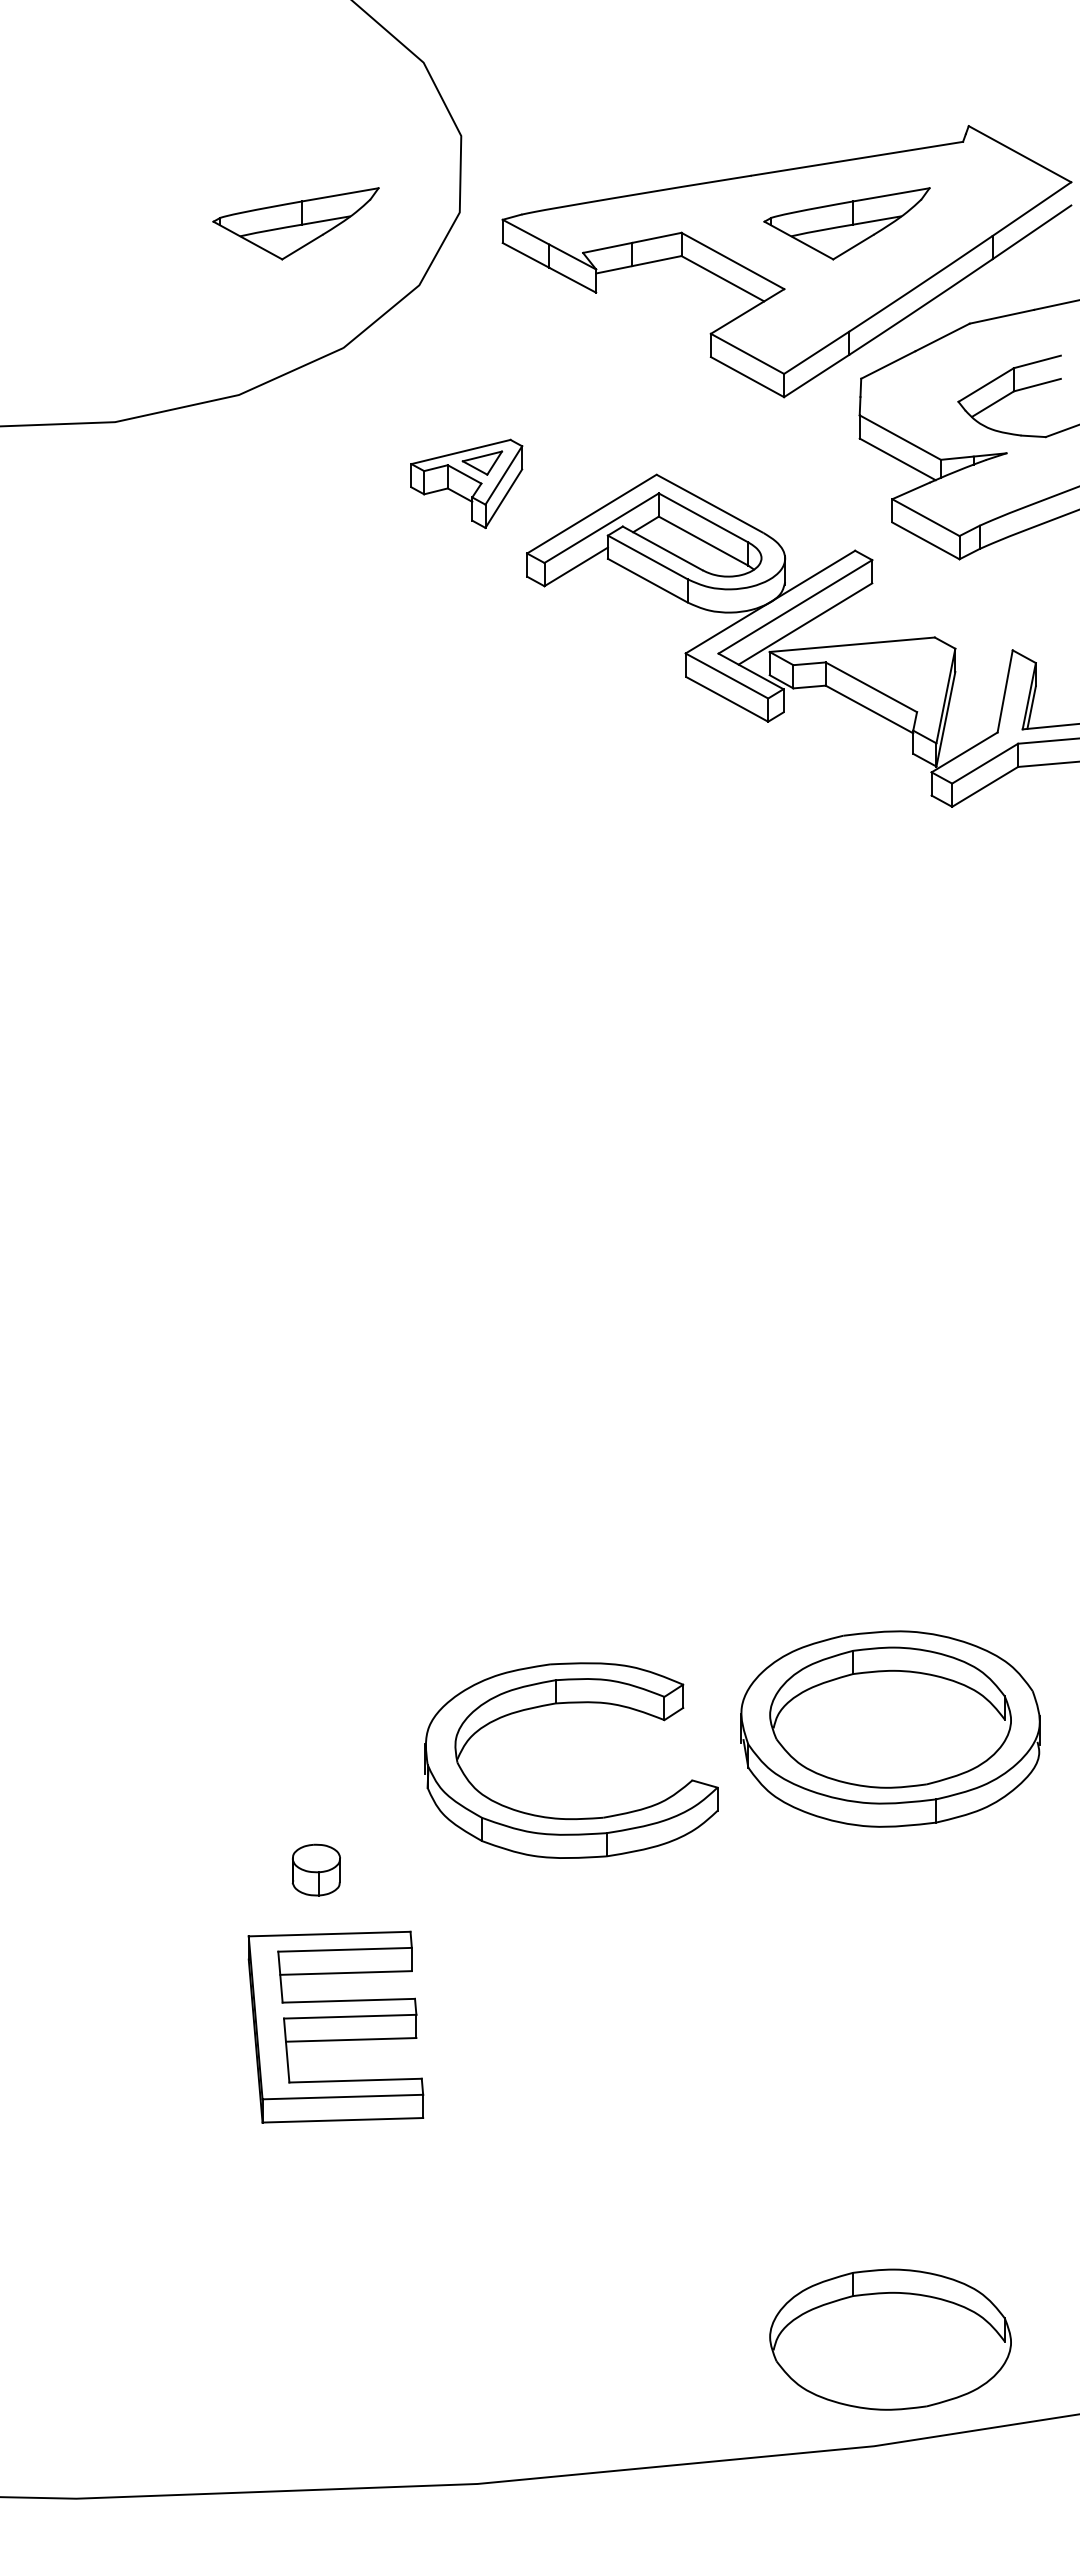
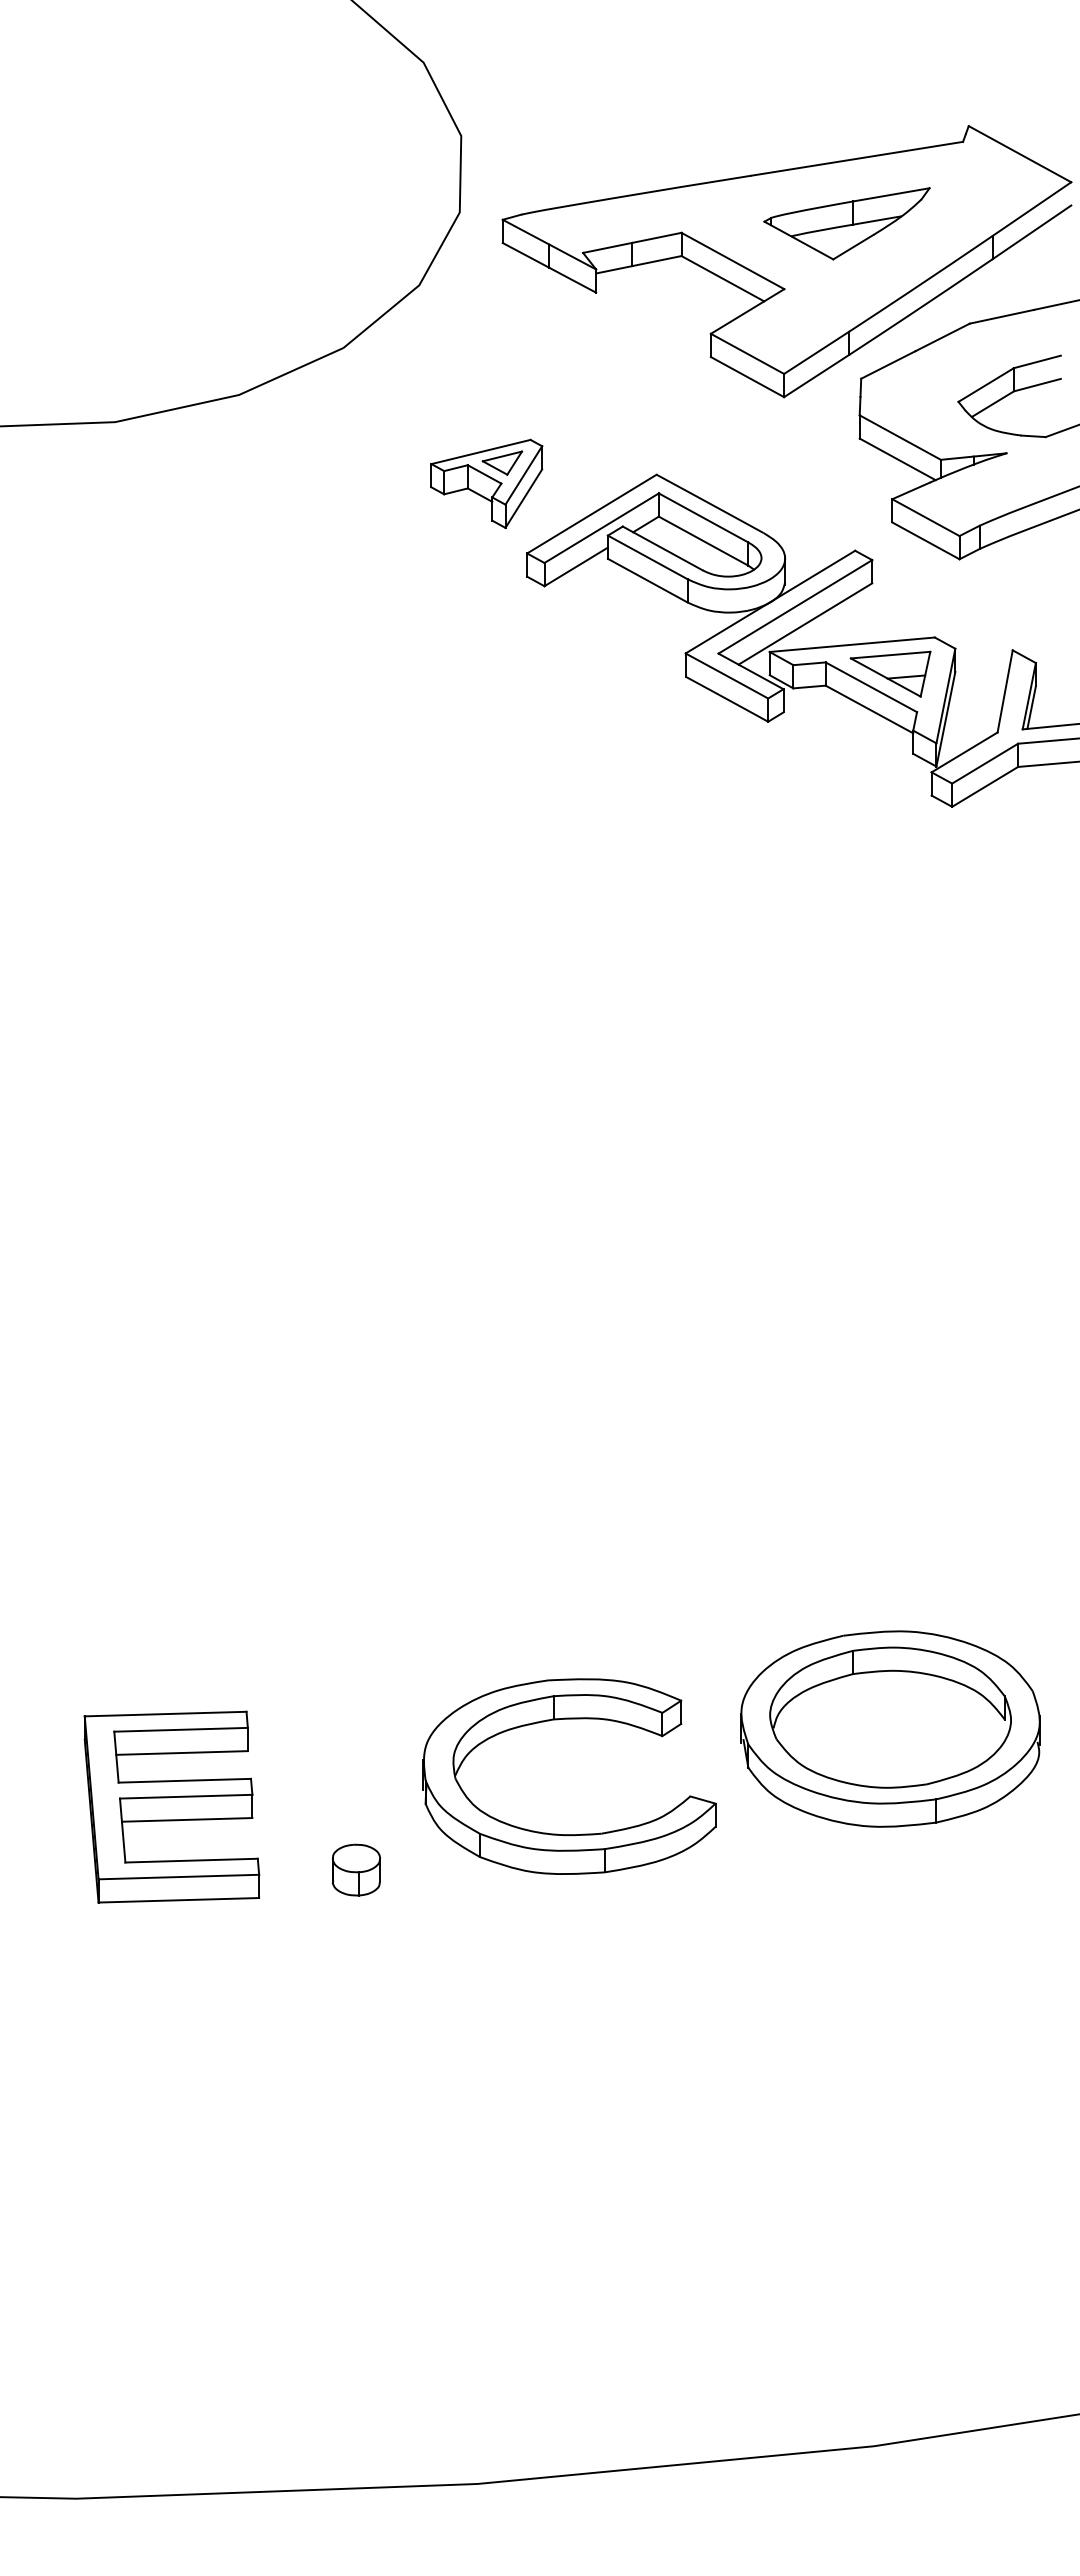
part at (295, 223): present -> none
part at (466, 483) position: (466, 483) -> (486, 483)
part at (890, 673): none -> present
part at (571, 1703) position: (571, 1703) -> (569, 1719)
part at (315, 1869) position: (315, 1869) -> (355, 1869)
part at (335, 2026) position: (335, 2026) -> (171, 1806)
part at (890, 2339): present -> none
